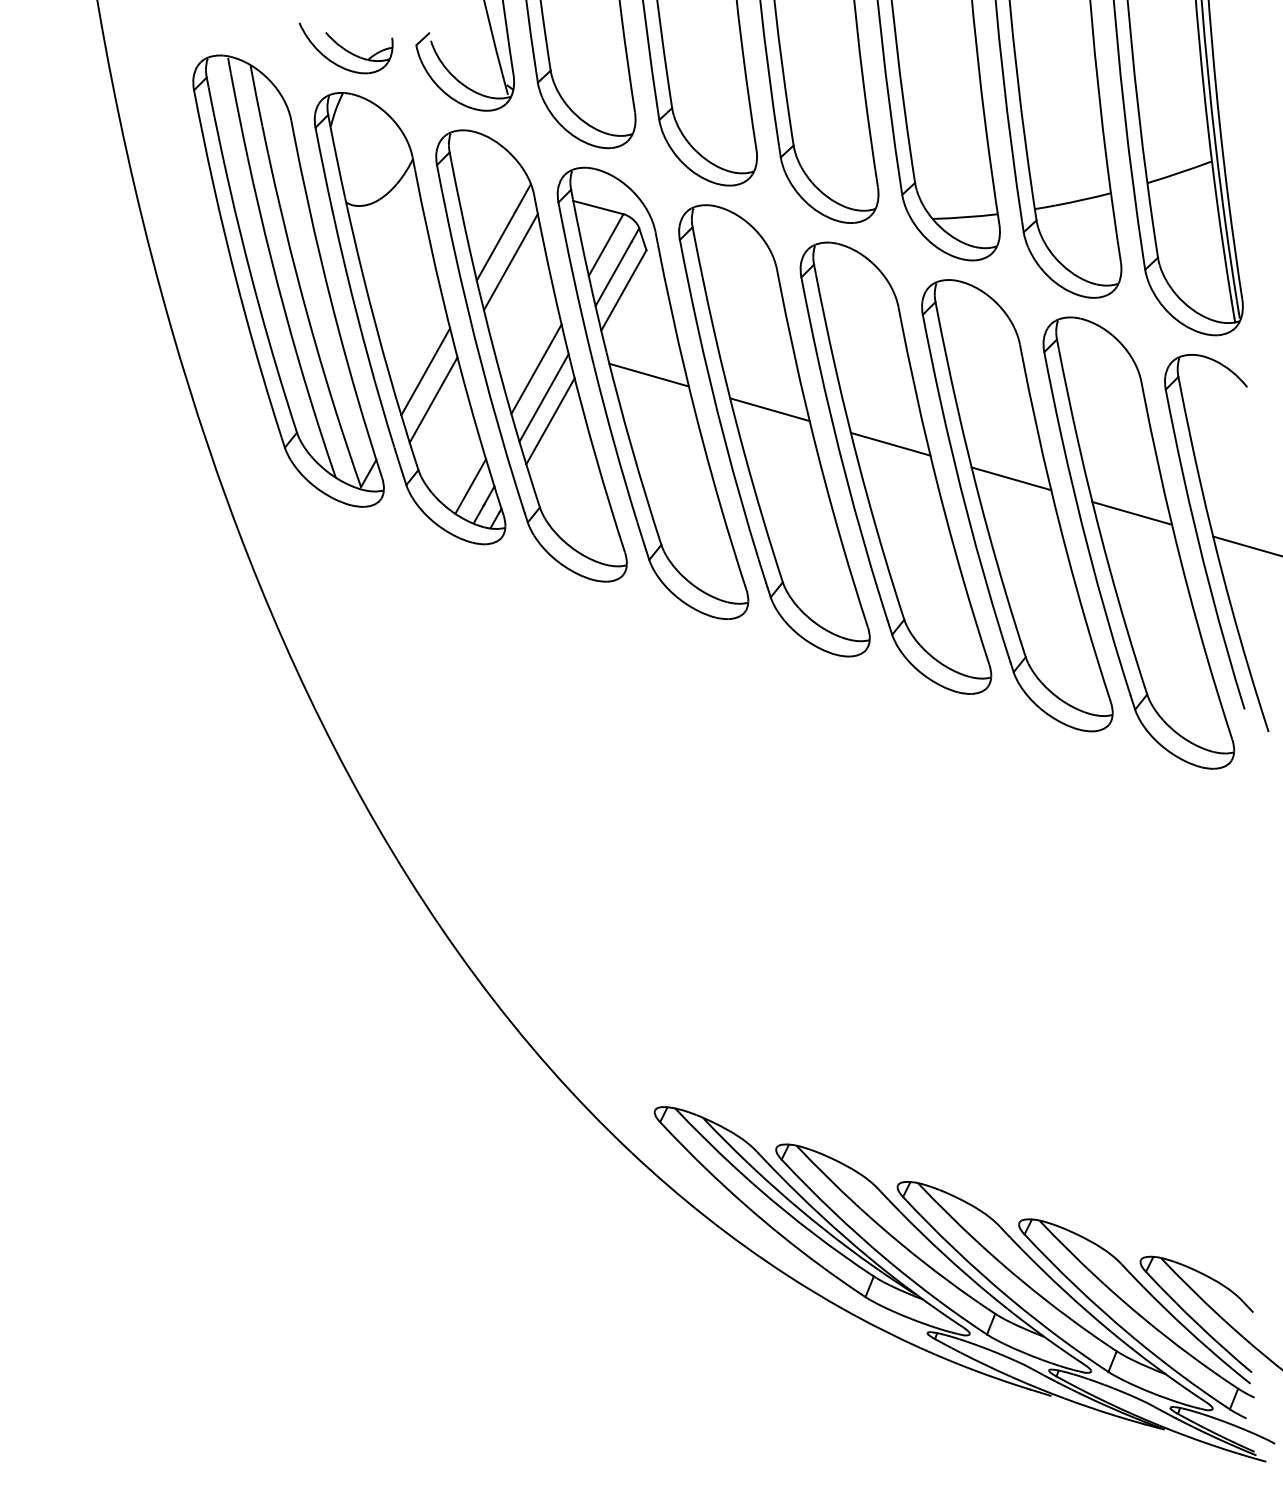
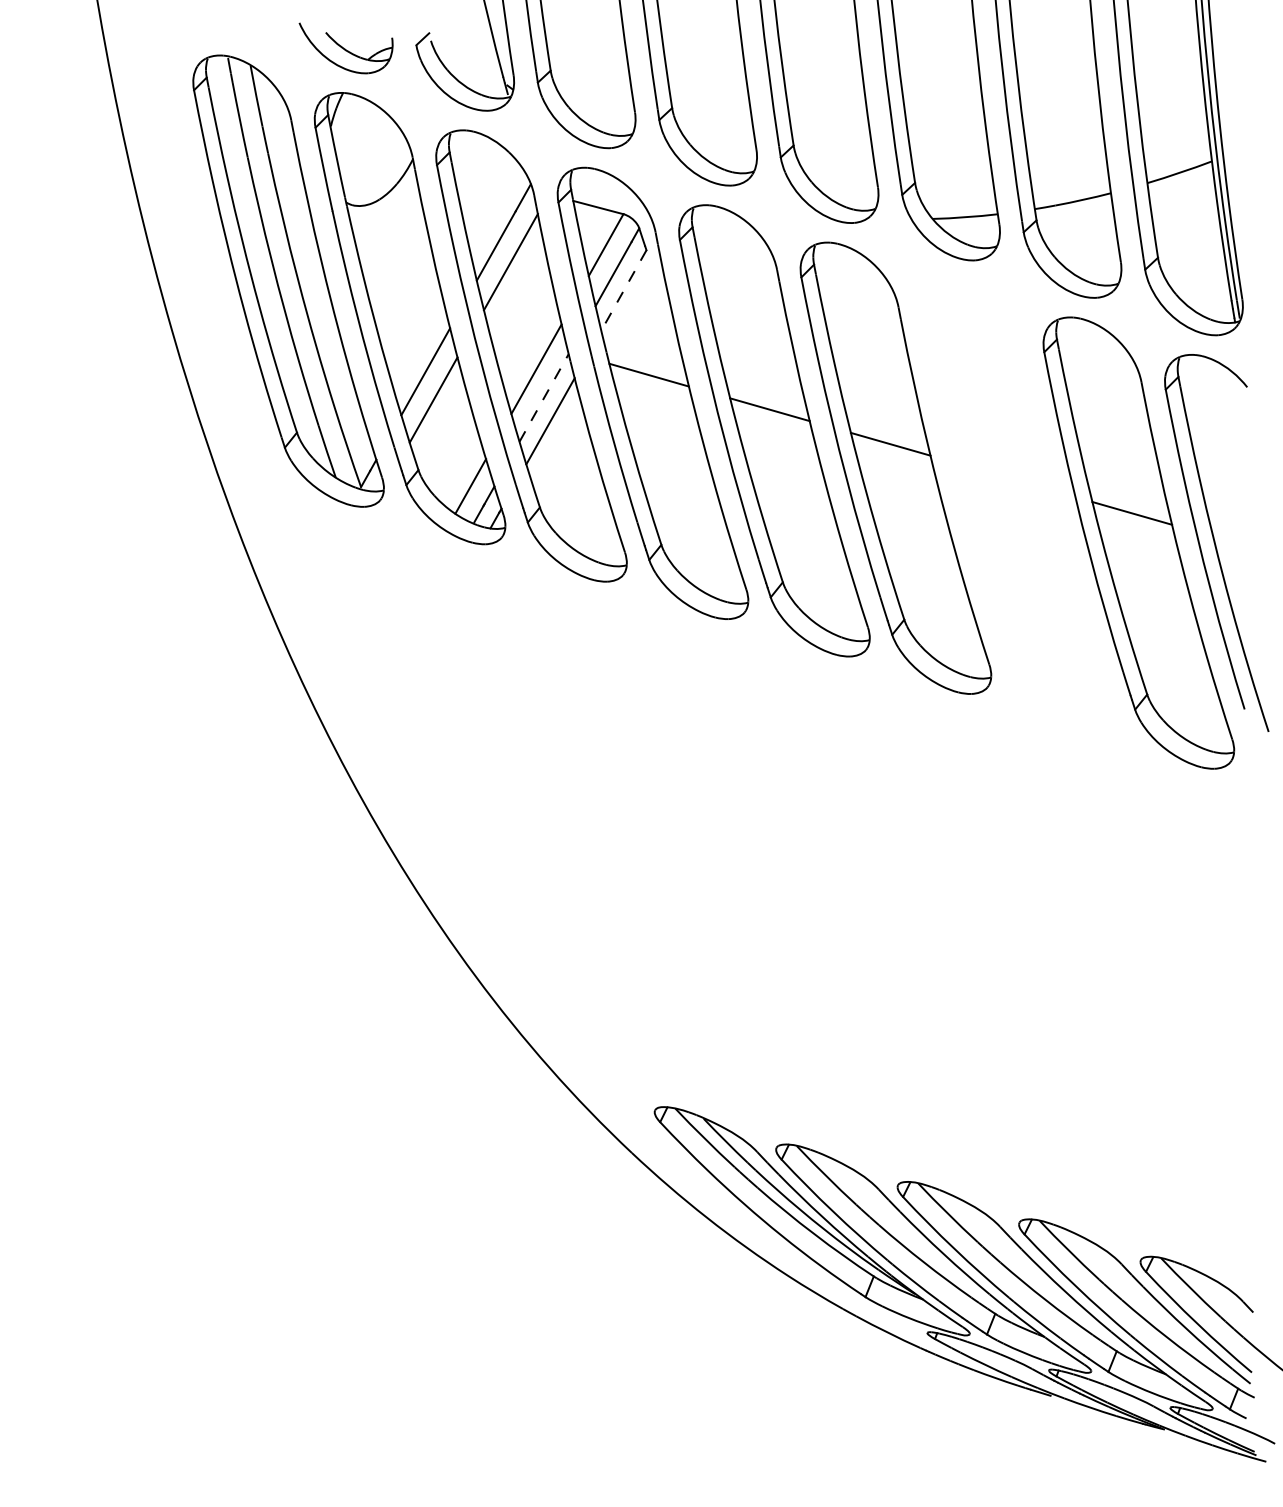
line at (623, 290): solid -> dashed
line at (544, 397): solid -> dashed
part at (1017, 505): present -> none
line at (1246, 545): present -> none
